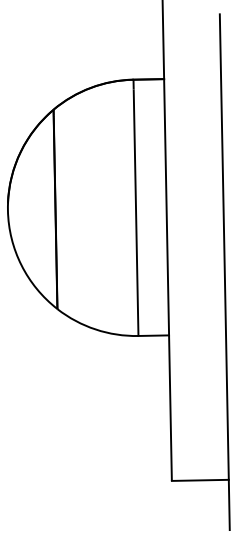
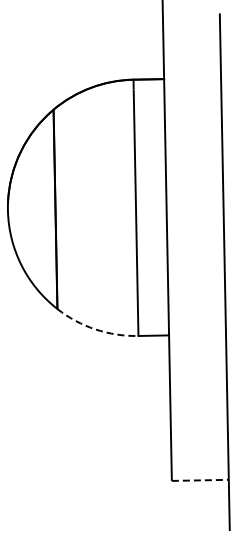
arc at (95, 329): solid -> dashed
line at (200, 480): solid -> dashed
